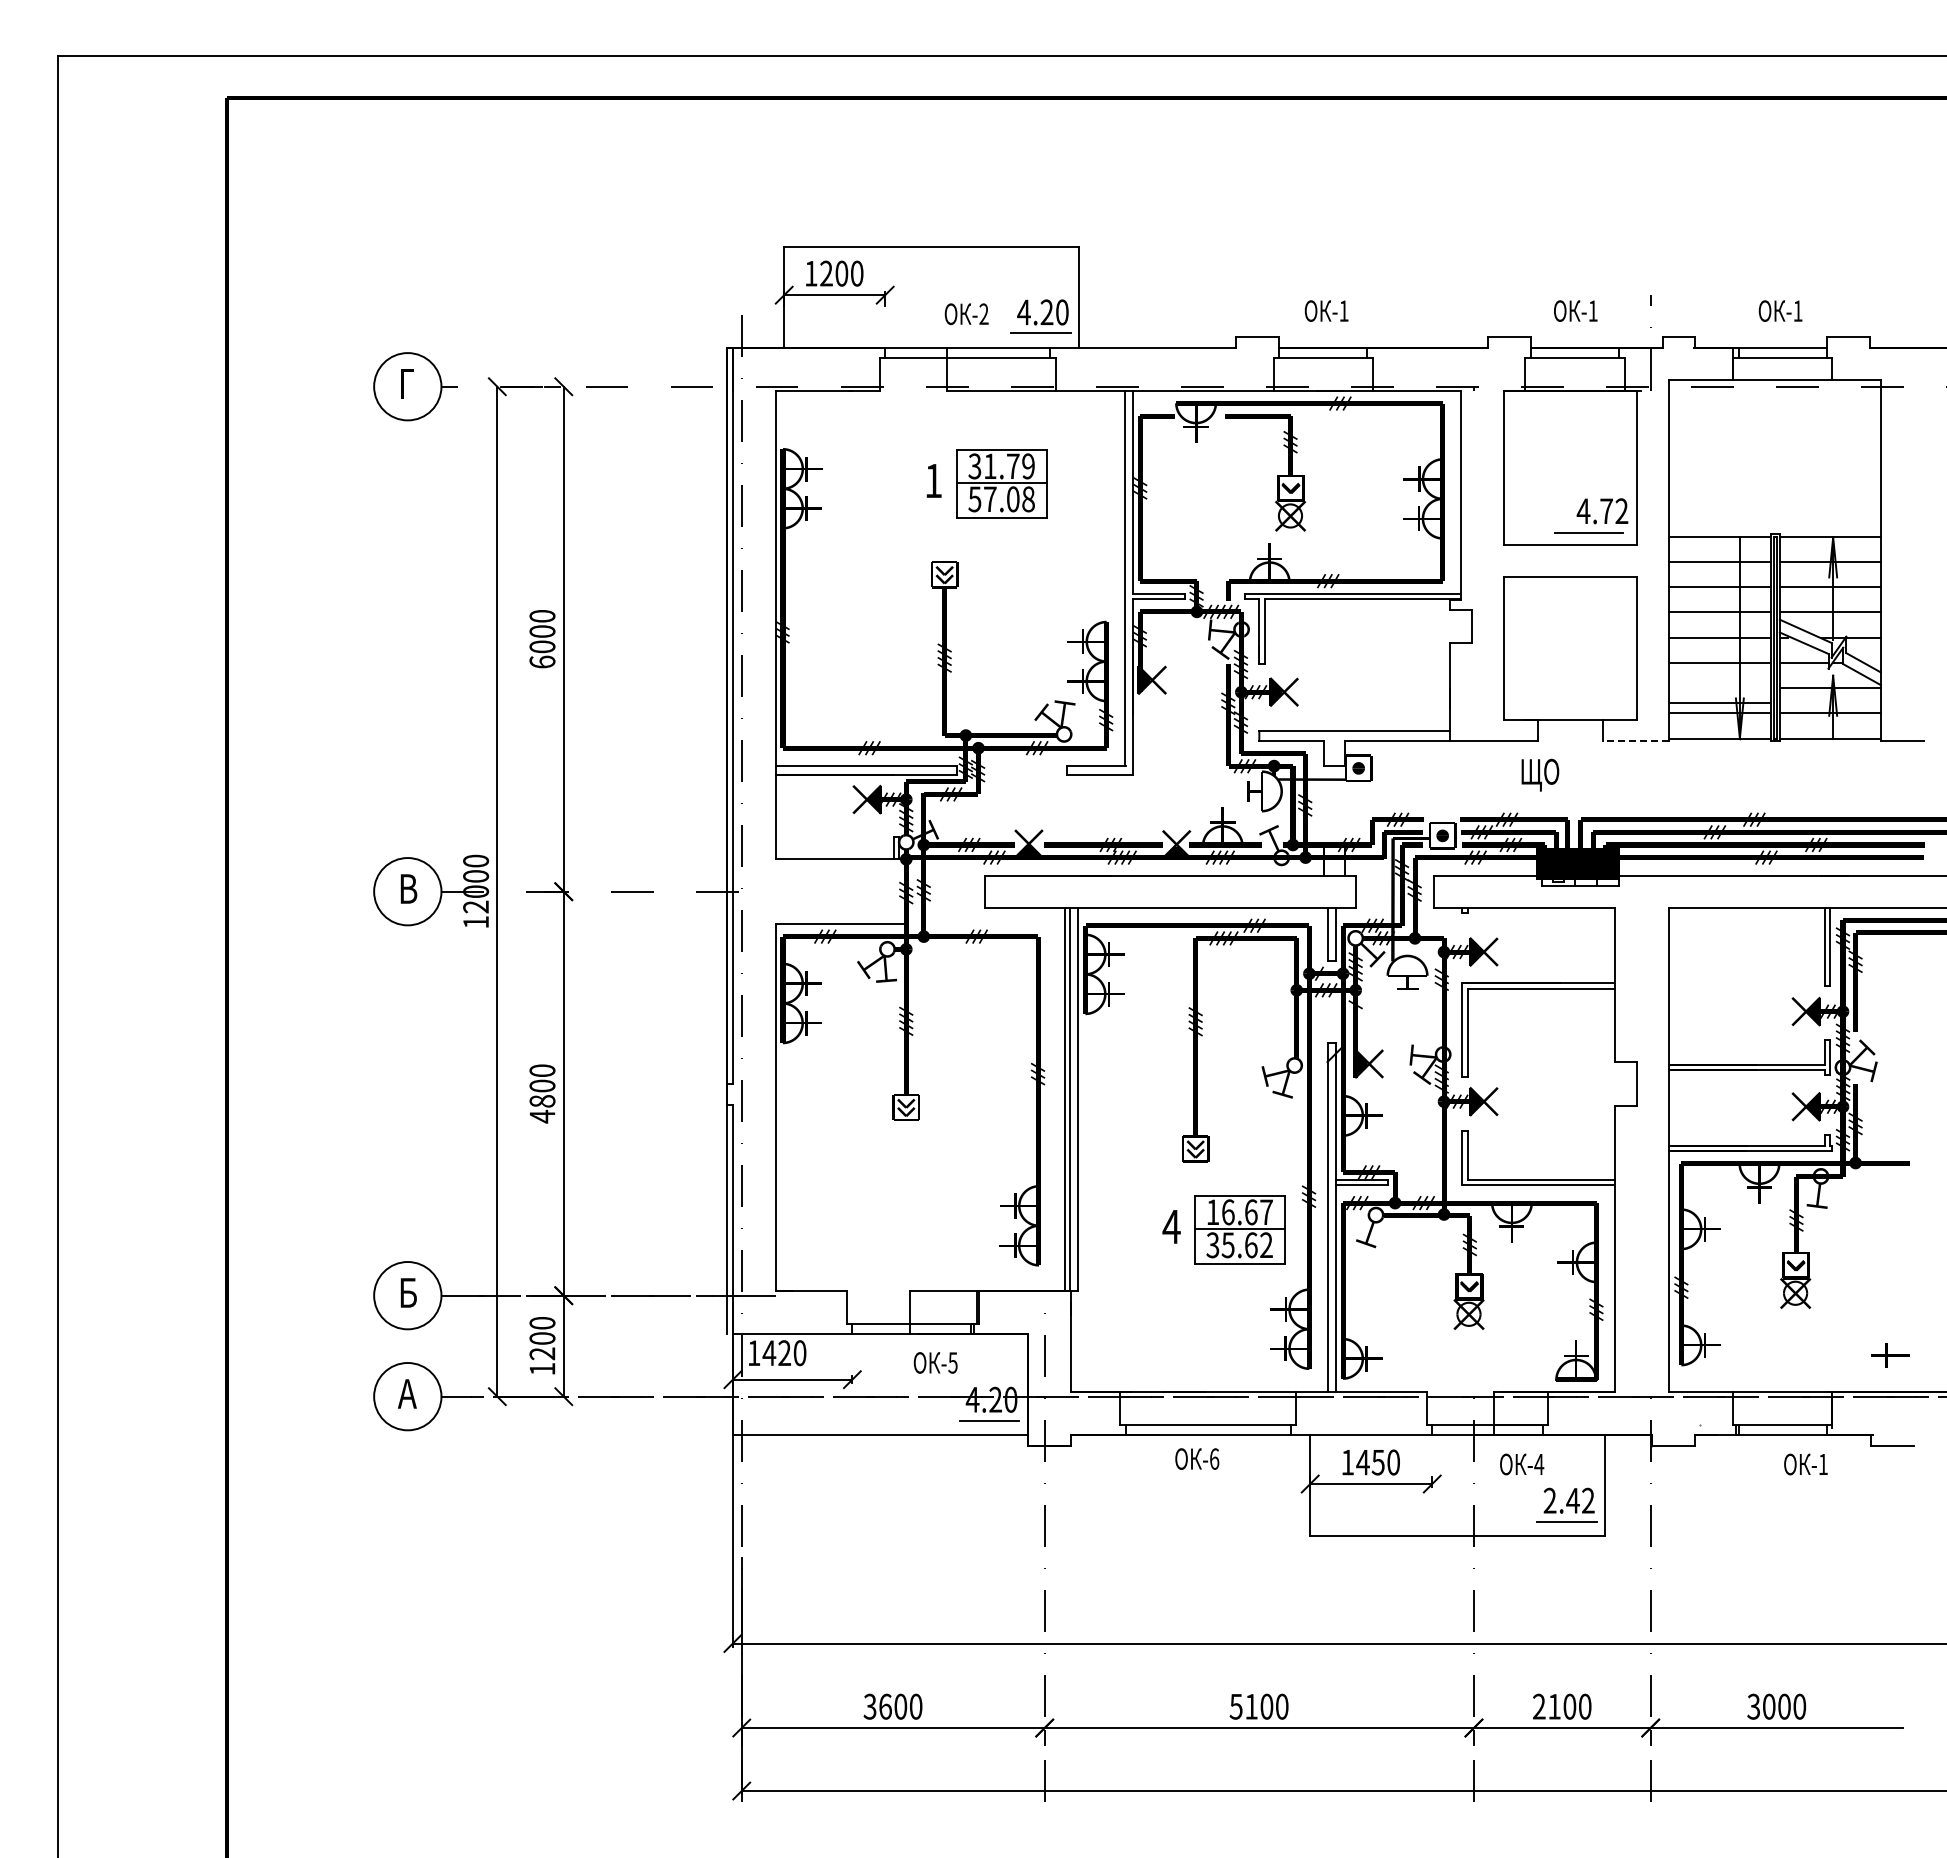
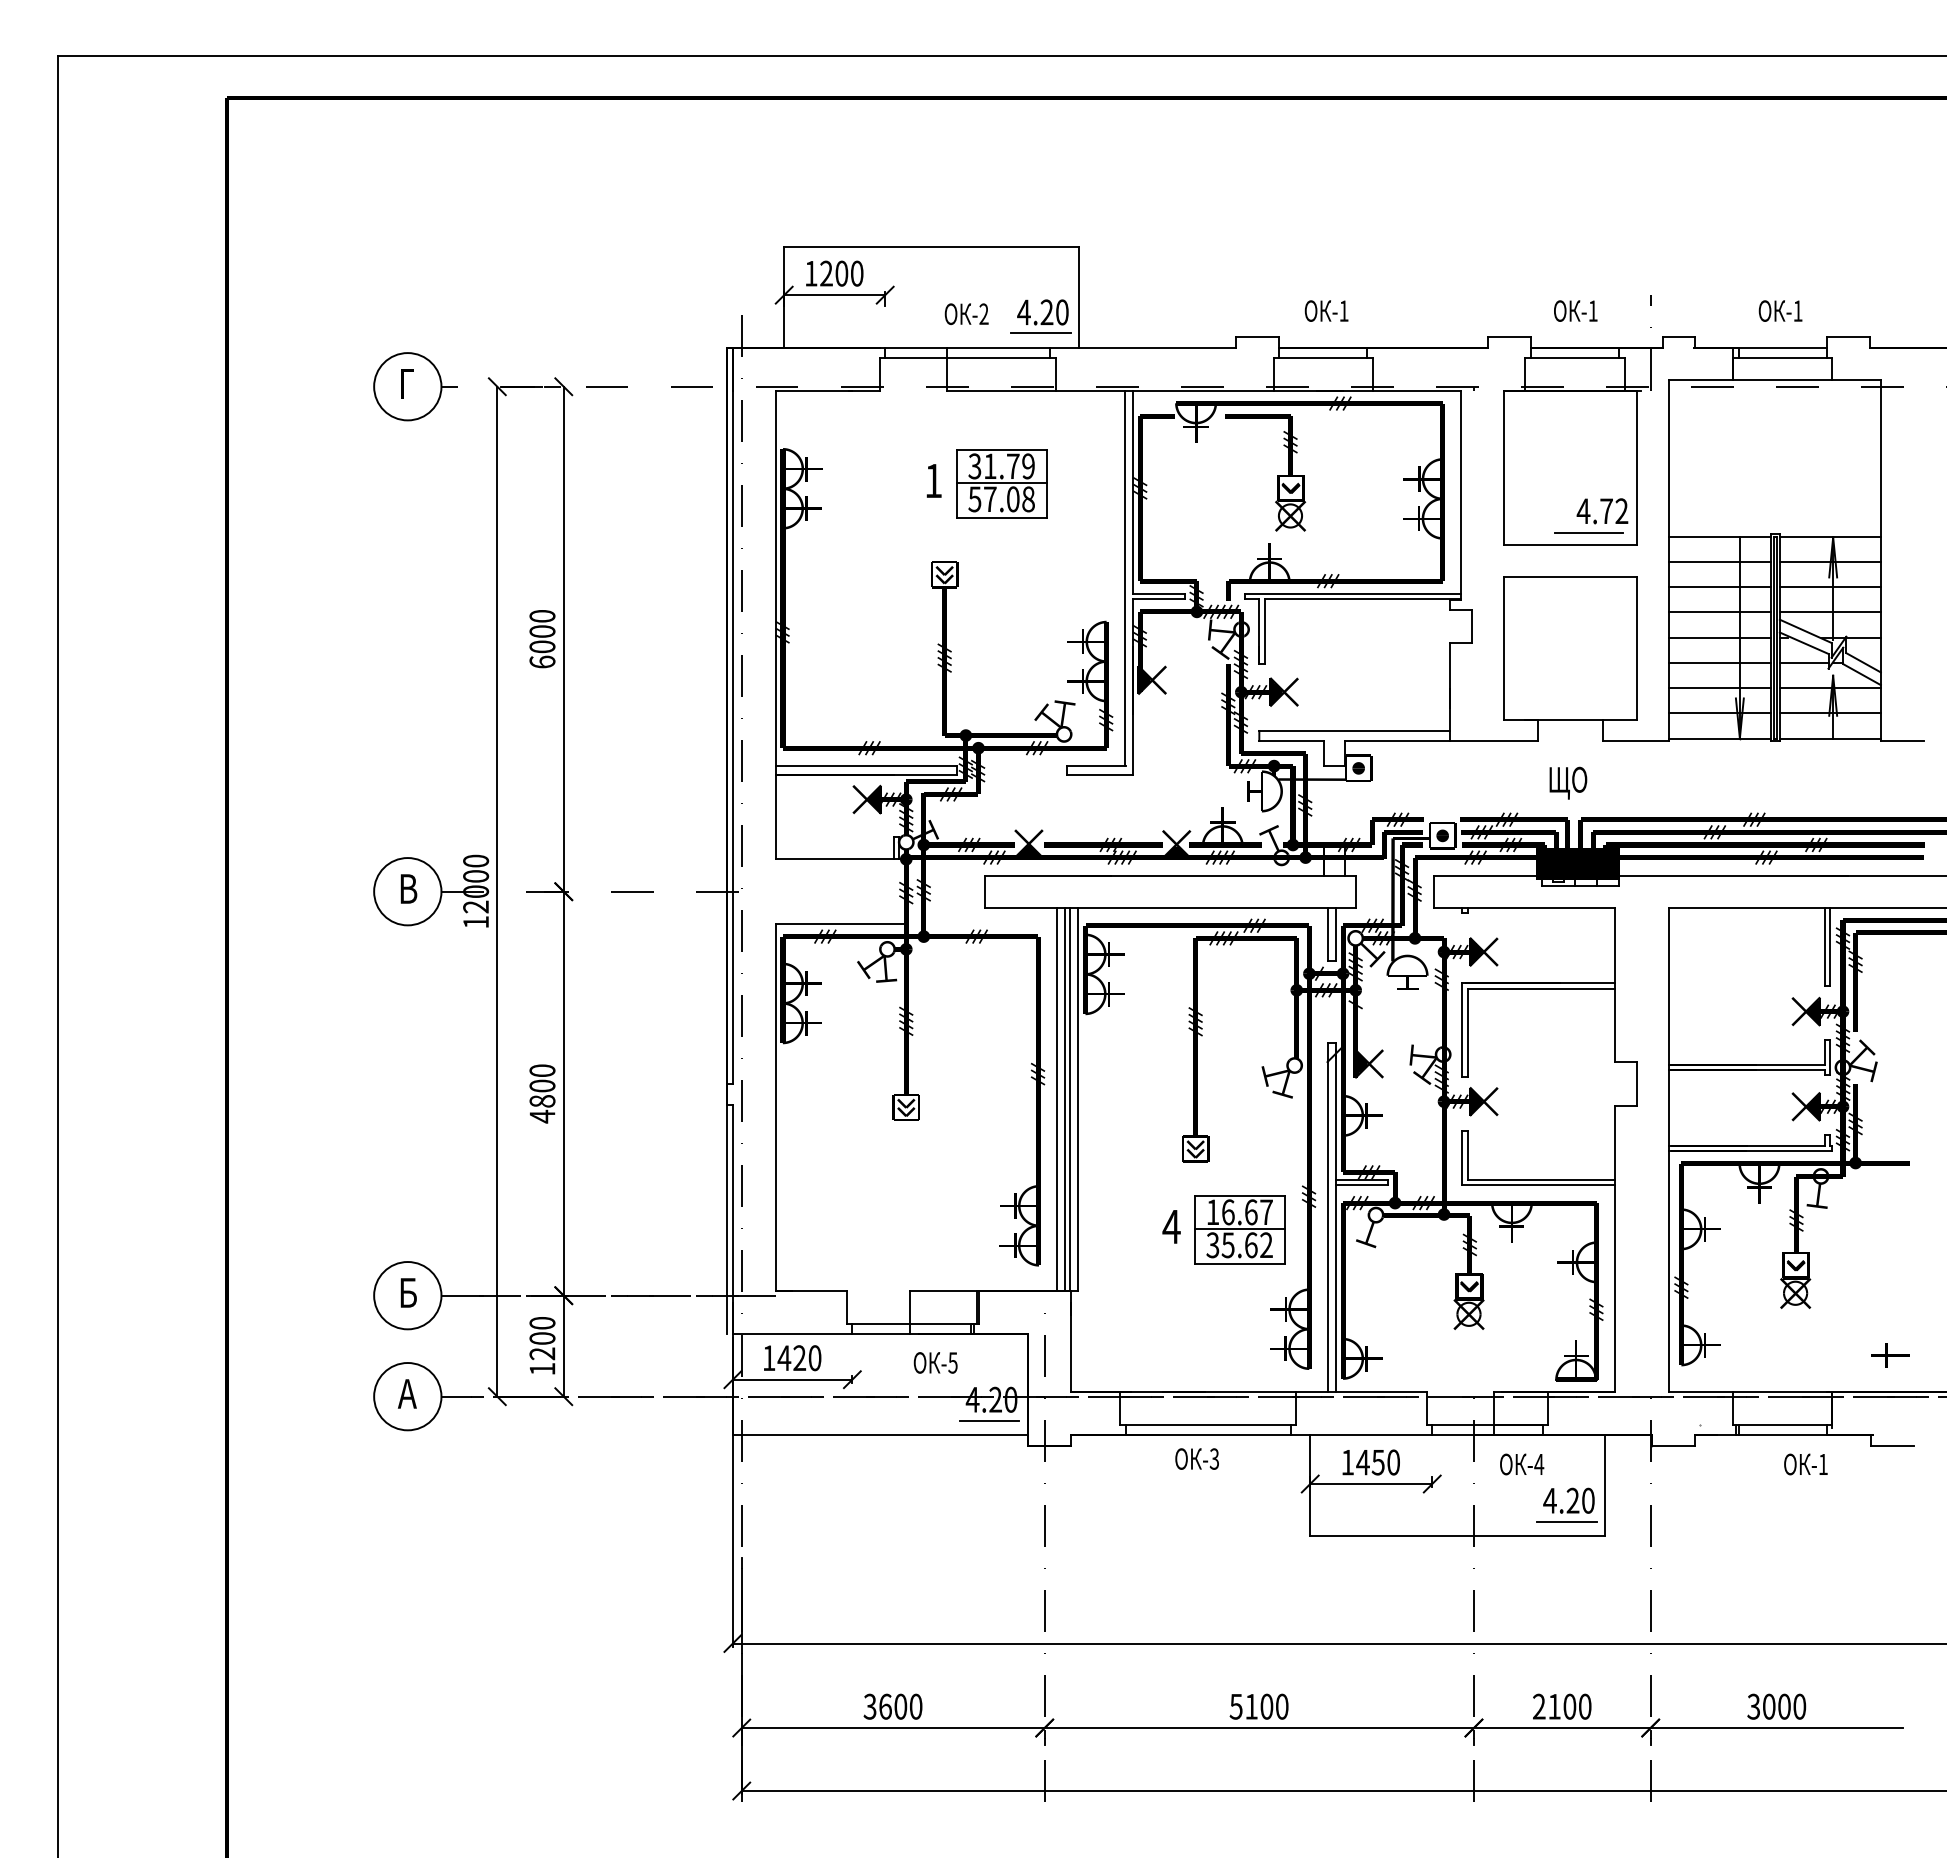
line at (1719, 703) position: (1719, 703) -> (1719, 688)
line at (1635, 741): dashed -> solid
text at (1540, 774) position: (1540, 774) -> (1568, 782)
line at (1056, 1099): none -> present
text at (777, 1353) position: (777, 1353) -> (792, 1358)
text at (1214, 1458): -6 -> -3
text at (1568, 1500): 2.42 -> 4.20
